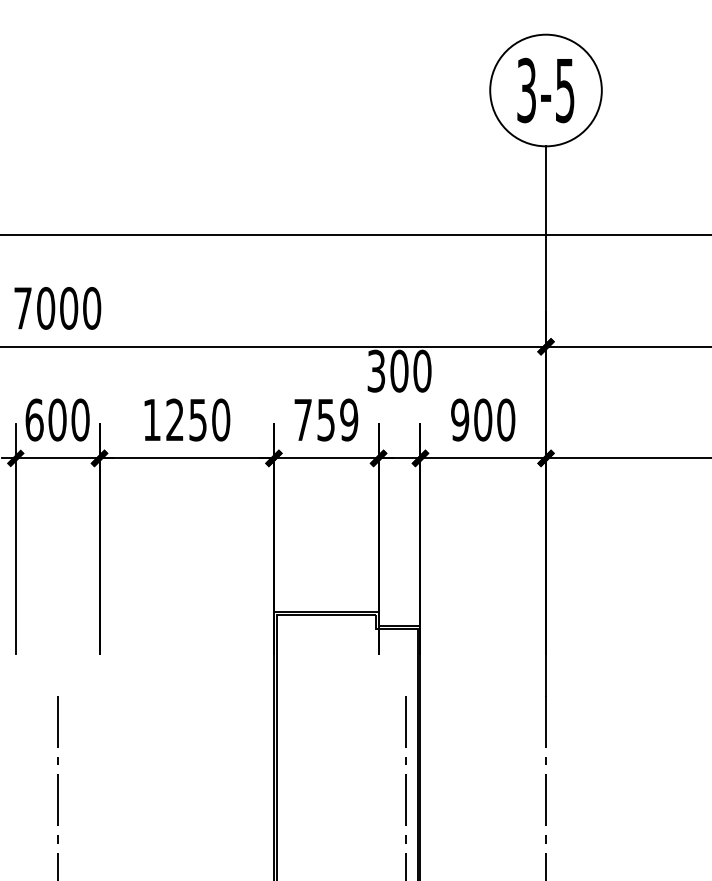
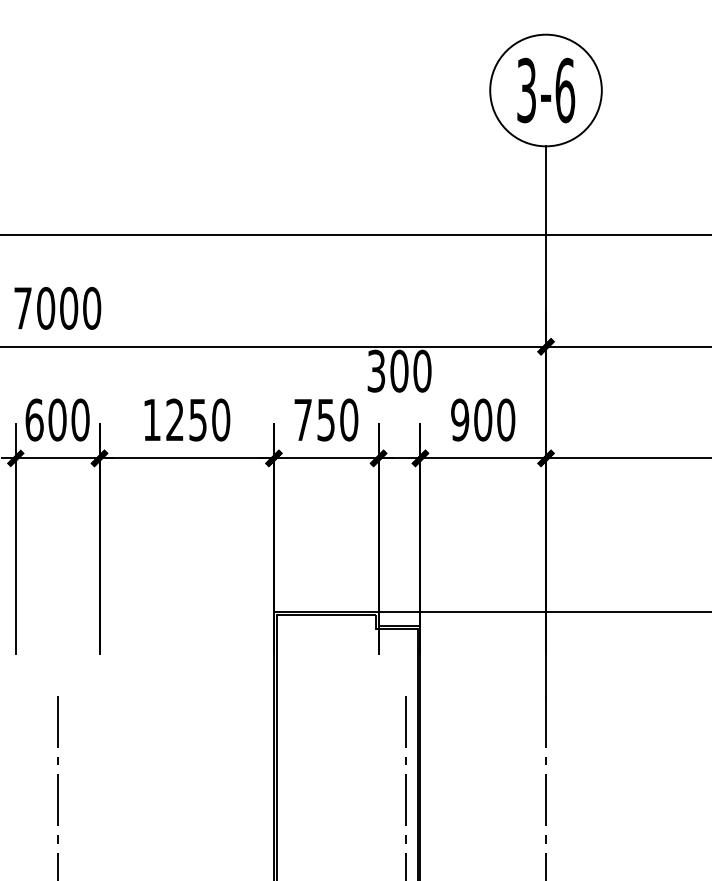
text at (565, 90): 3-5 -> 3-6
text at (349, 419): 759 -> 750
line at (543, 611): none -> present
